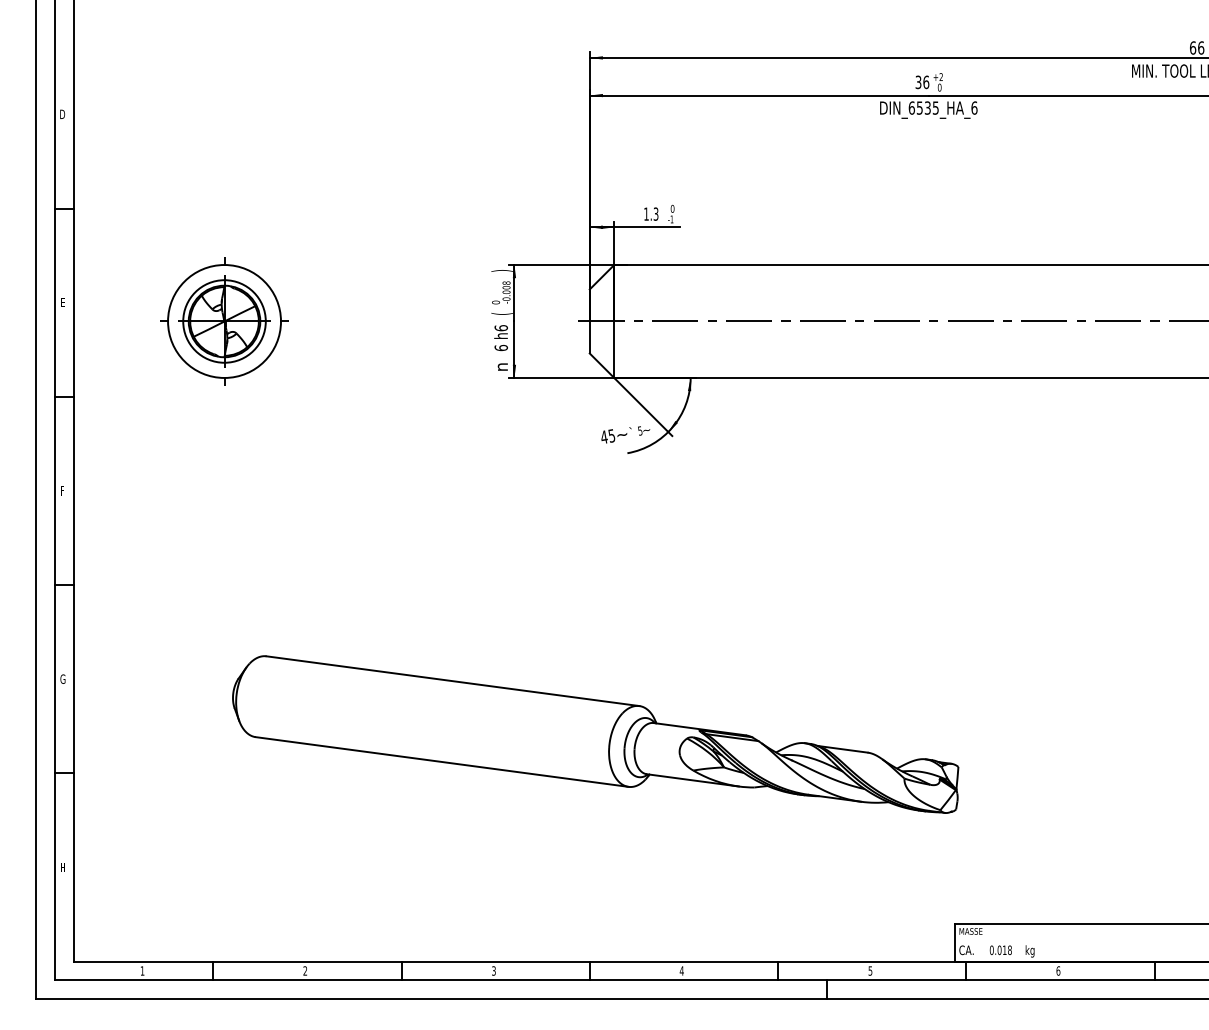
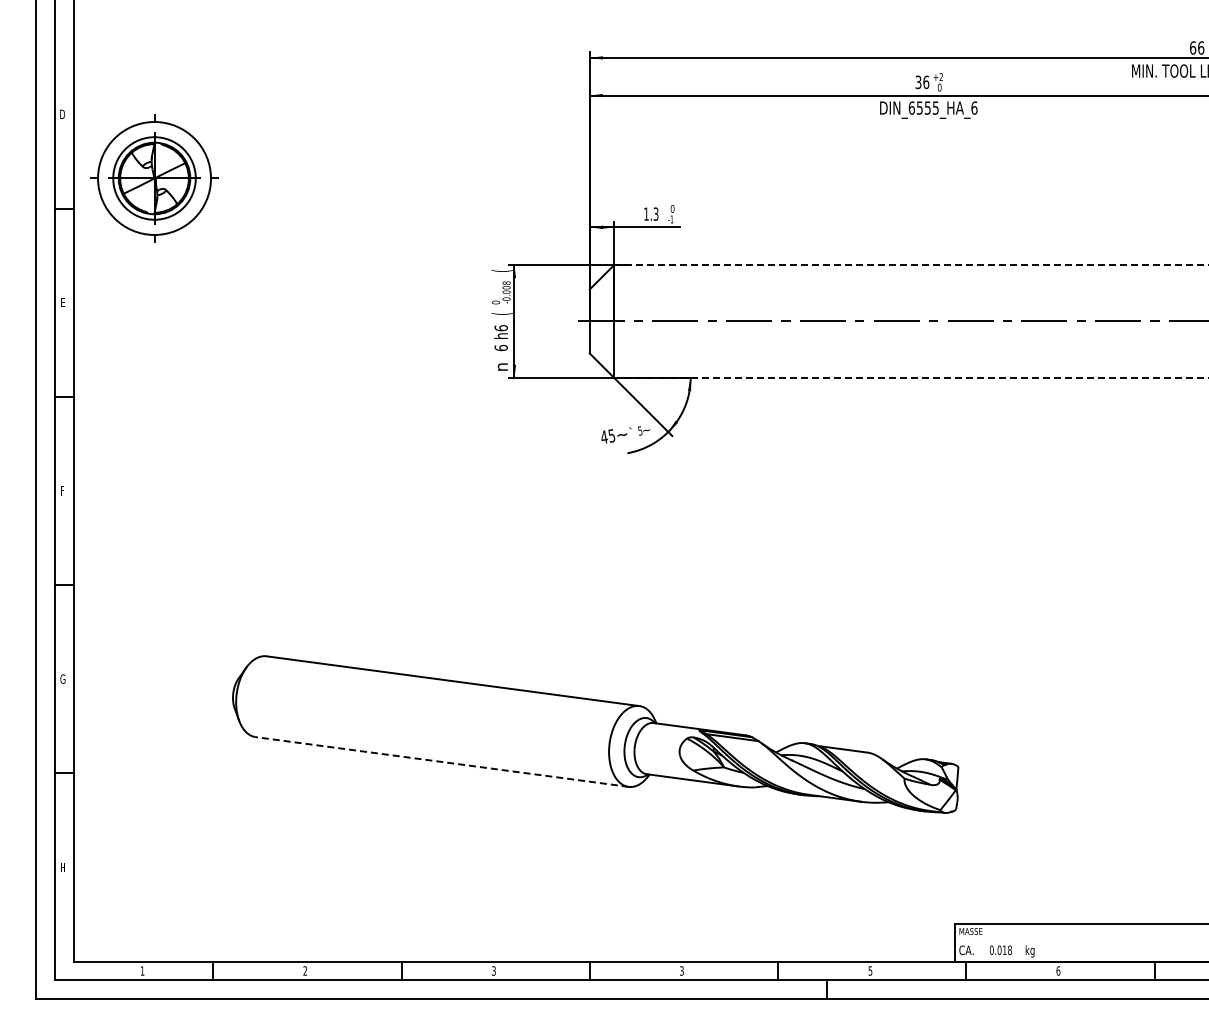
text at (927, 107): DIN_6535_HA_6 -> DIN_6555_HA_6
line at (911, 265): solid -> dashed
text at (501, 270): ) -> (
part at (224, 321) position: (224, 321) -> (154, 178)
line at (911, 377): solid -> dashed
line at (441, 761): solid -> dashed
text at (681, 970): 4 -> 3
